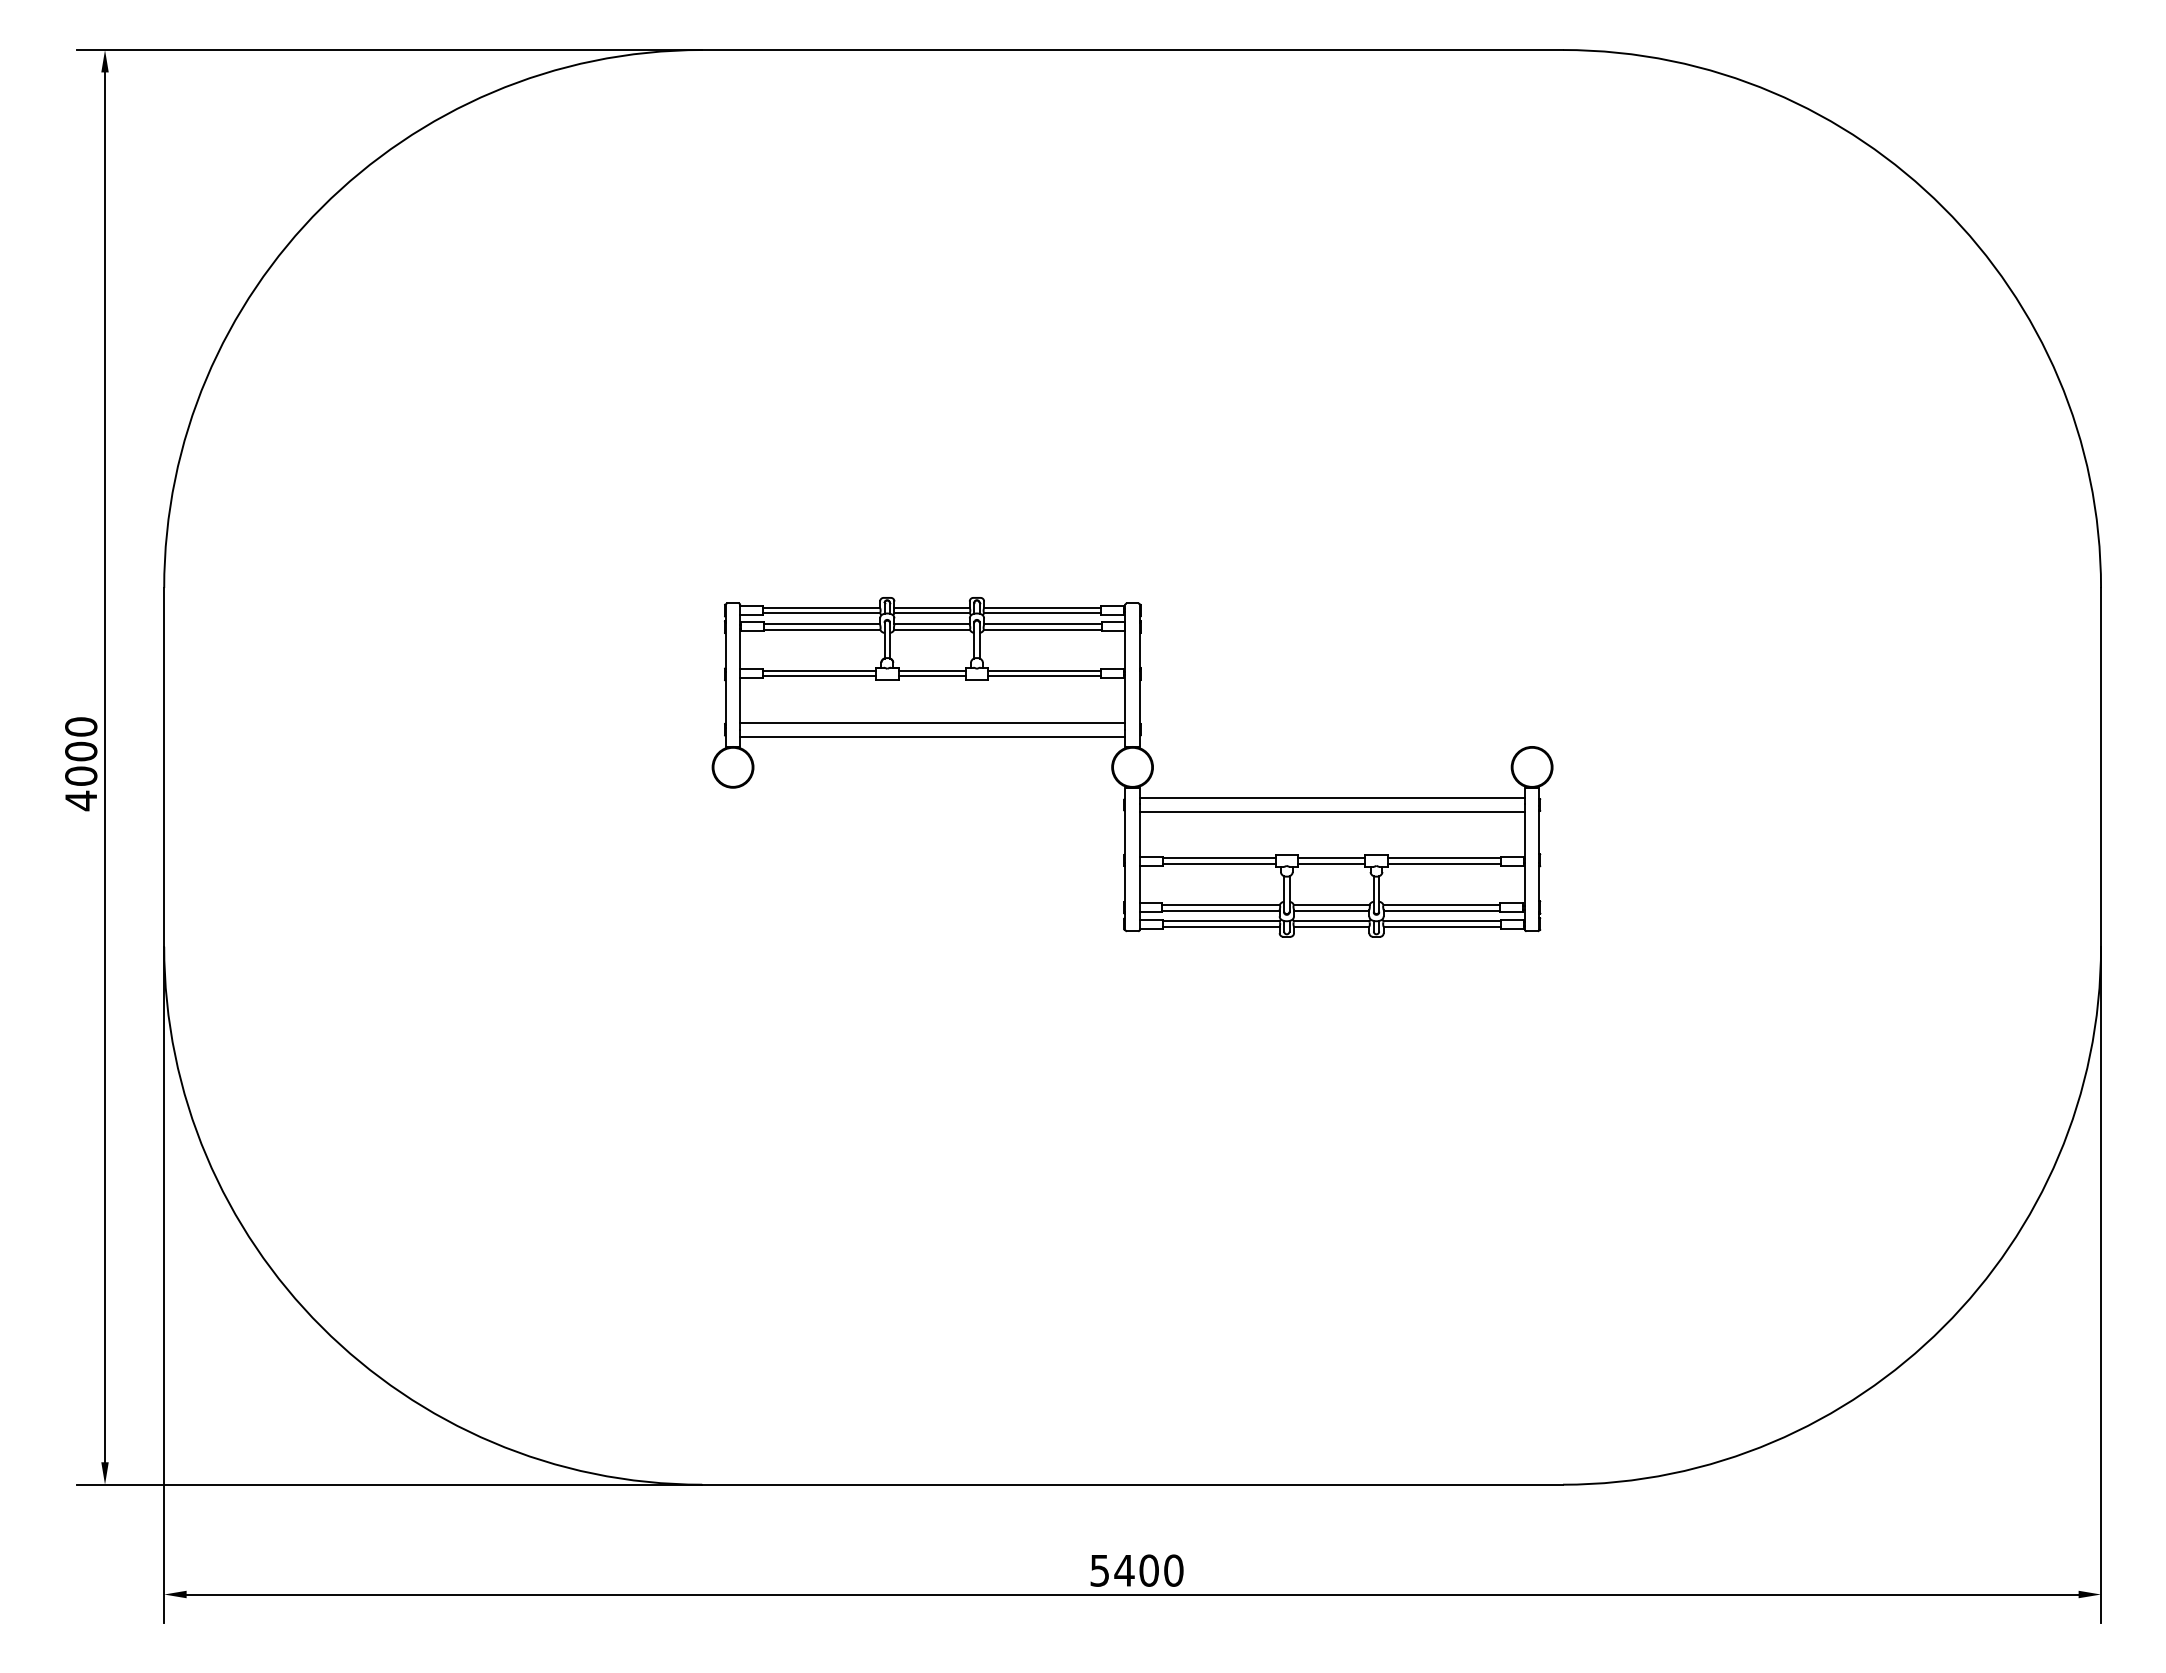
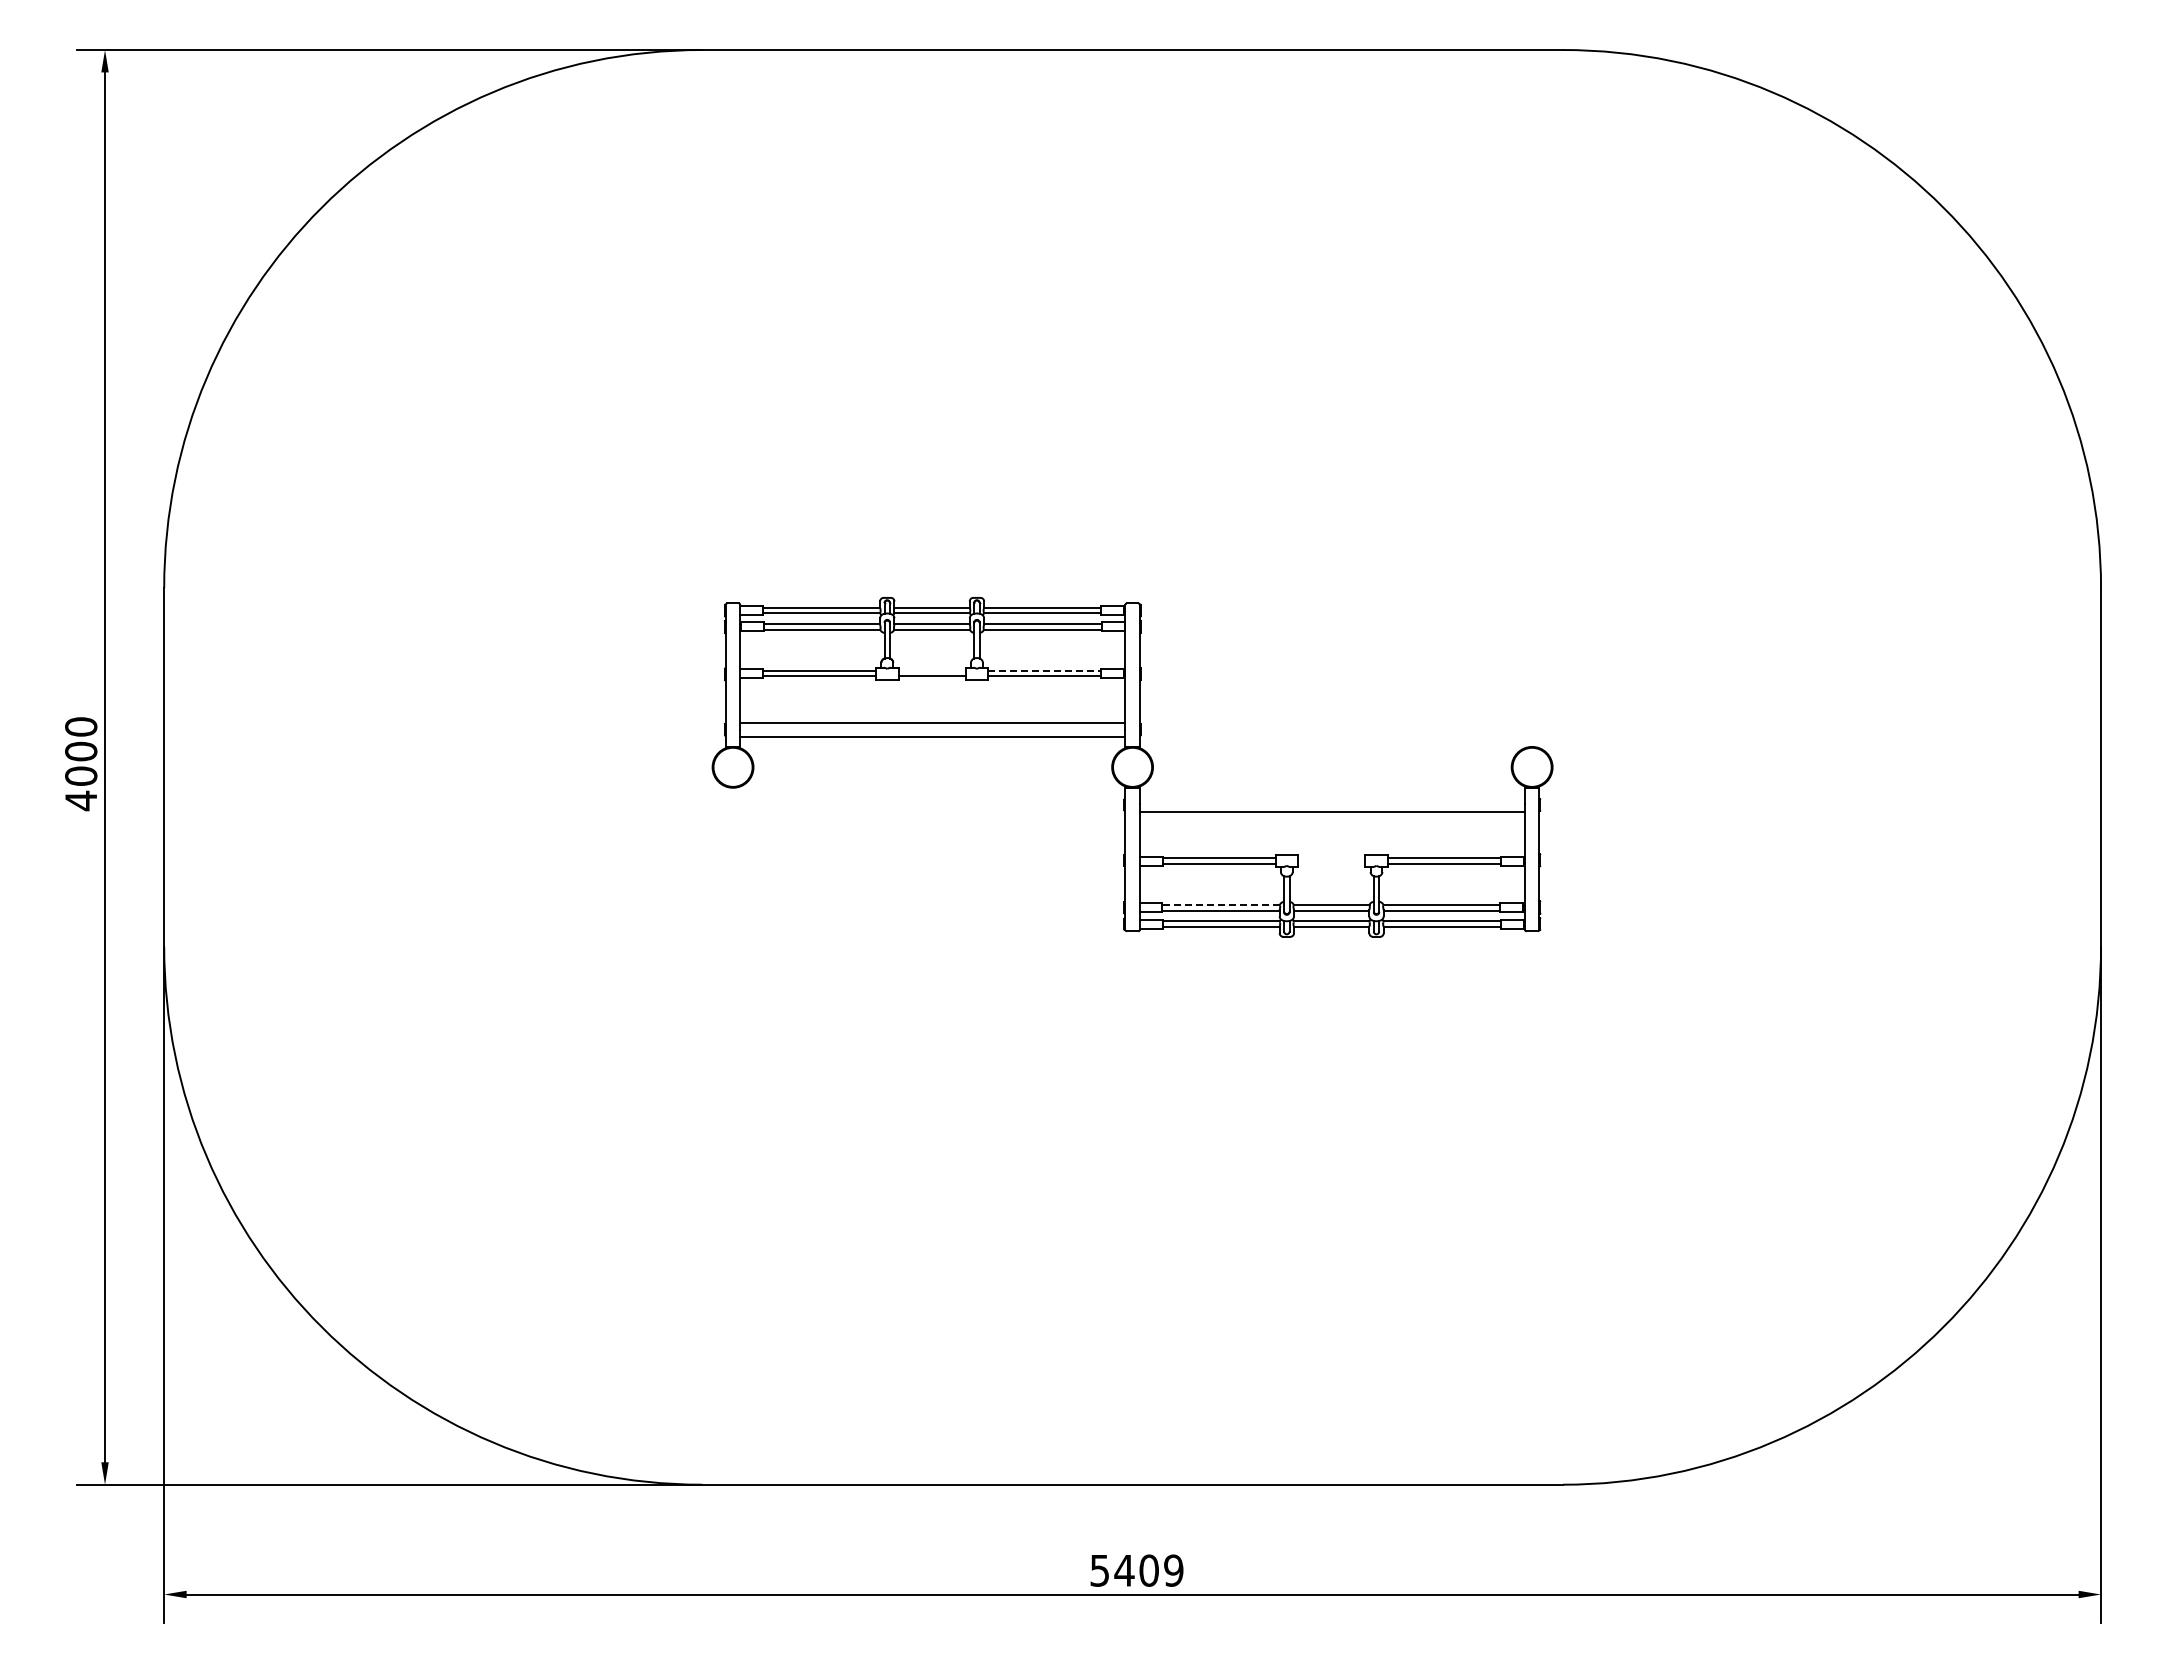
line at (931, 670): present -> none
line at (1045, 670): solid -> dashed
line at (1332, 797): present -> none
line at (1331, 858): present -> none
line at (1331, 863): present -> none
line at (1220, 905): solid -> dashed
text at (1173, 1570): 5400 -> 5409
